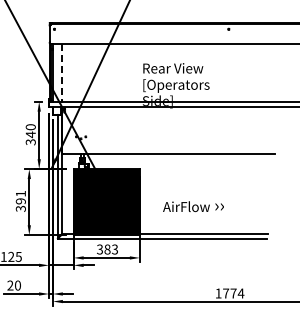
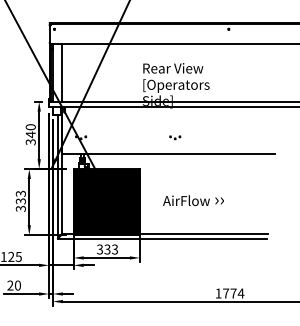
line at (61, 72): dashed -> solid
part at (175, 137): none -> present
text at (20, 197): 391 -> 333
text at (193, 206) position: (193, 206) -> (193, 200)
text at (107, 249): 383 -> 333
